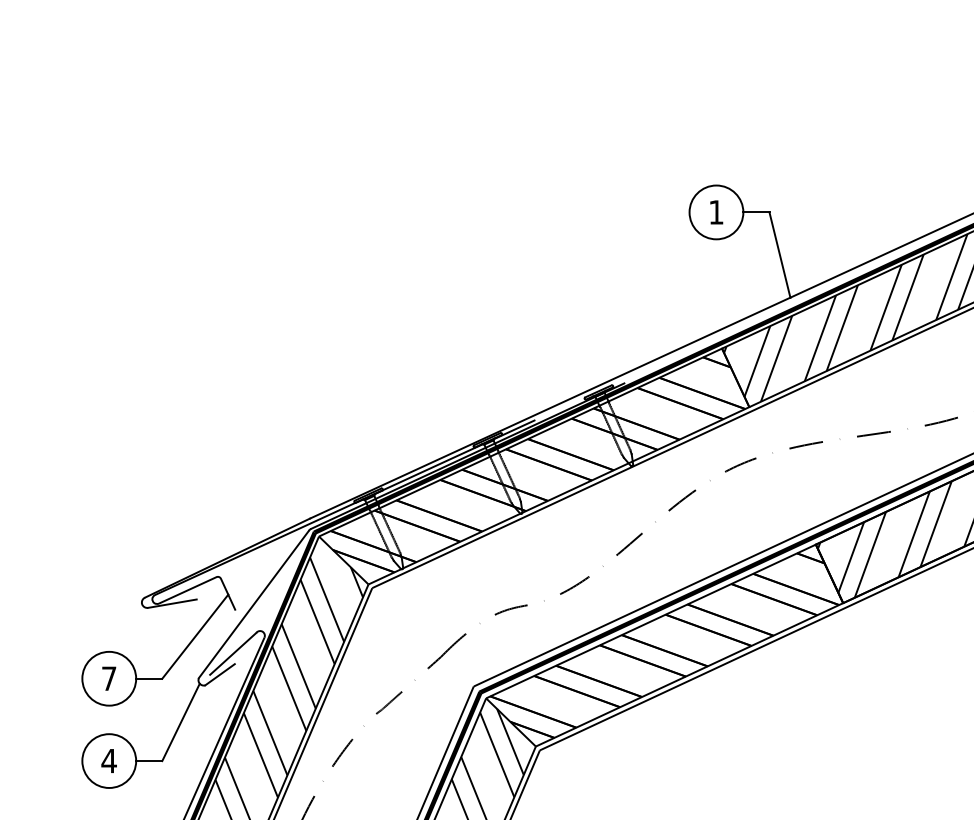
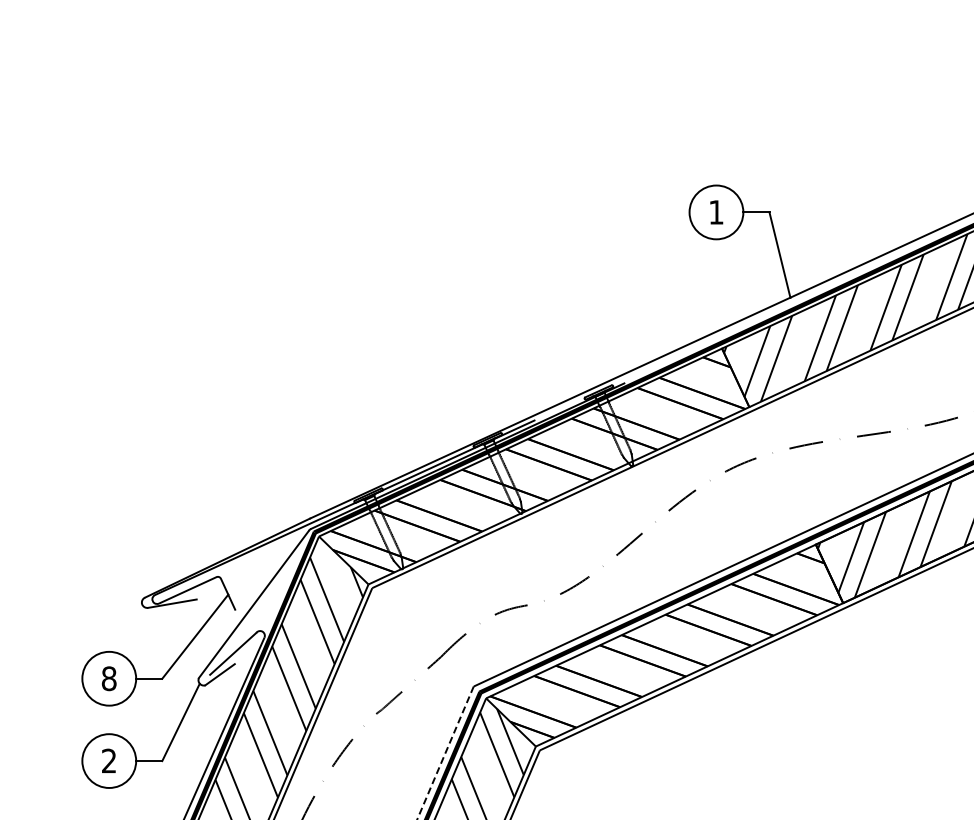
text at (108, 678): 7 -> 8
line at (445, 753): solid -> dashed
text at (108, 760): 4 -> 2
